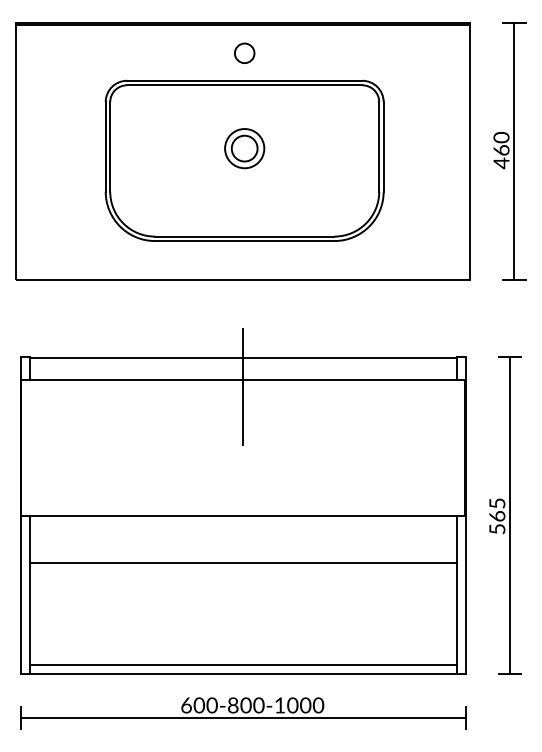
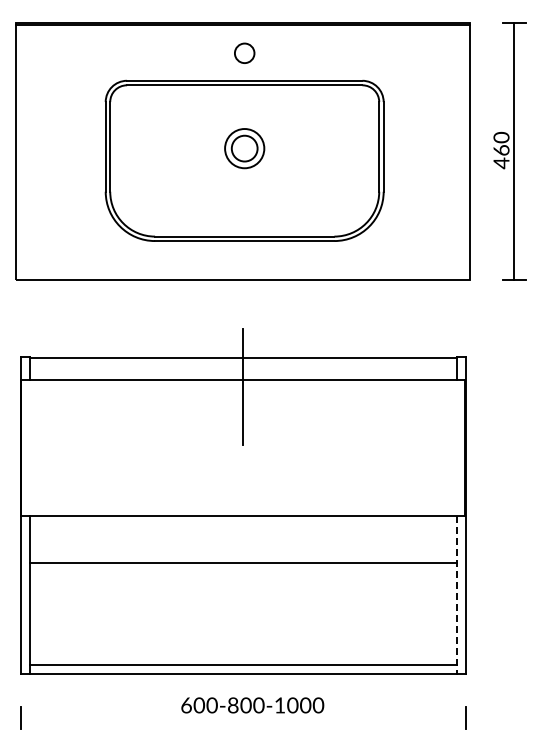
part at (505, 515): present -> none
line at (457, 595): solid -> dashed
line at (243, 717): present -> none
